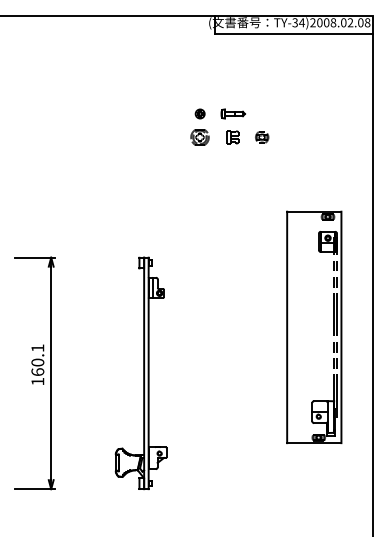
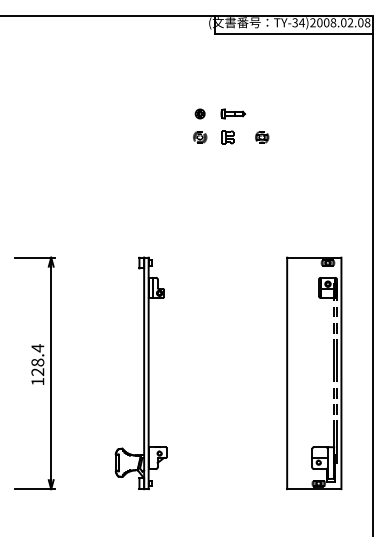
part at (199, 137) size: 20x17 px -> 15x13 px
part at (232, 137) position: (232, 137) -> (227, 137)
part at (314, 327) position: (314, 327) -> (314, 373)
text at (37, 360): 160.1 -> 128.4
